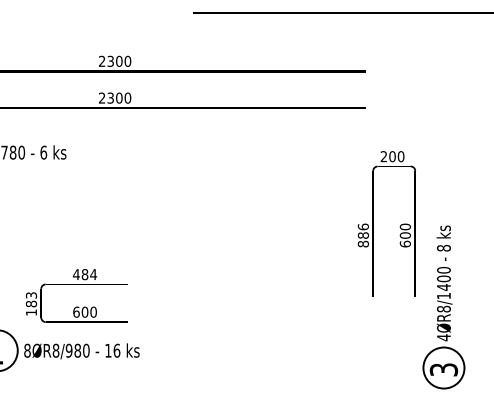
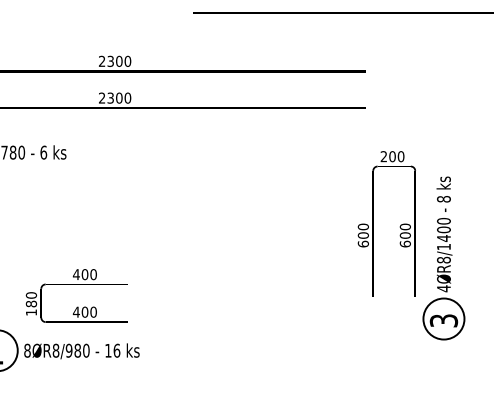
text at (362, 235): 886 -> 600
text at (89, 274): 484 -> 400
text at (31, 295): 183 -> 180
part at (443, 307) position: (443, 307) -> (443, 258)
text at (75, 311): 600 -> 400
